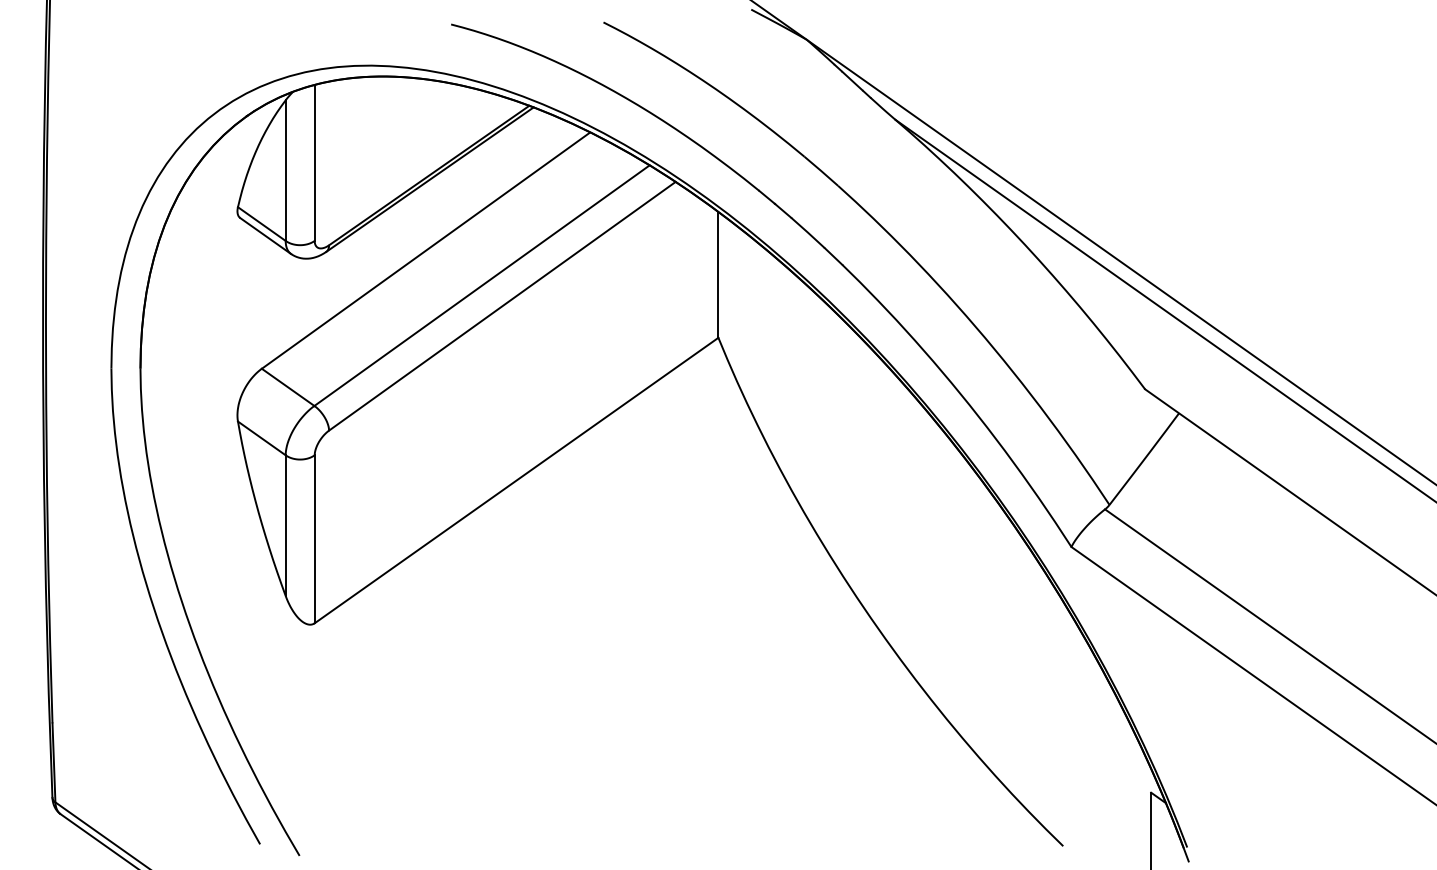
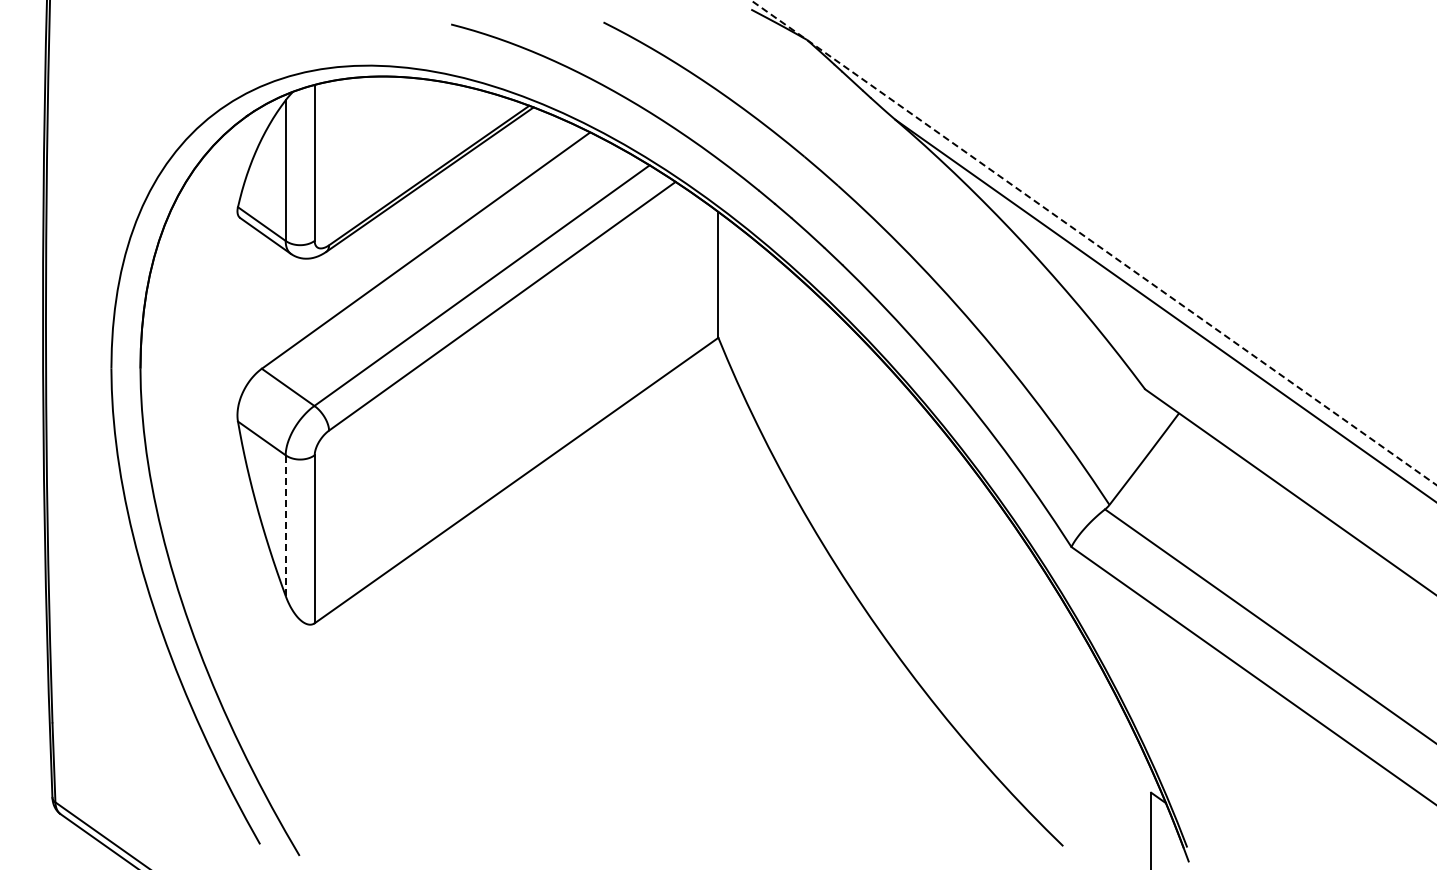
line at (1093, 242): solid -> dashed
line at (285, 525): solid -> dashed
